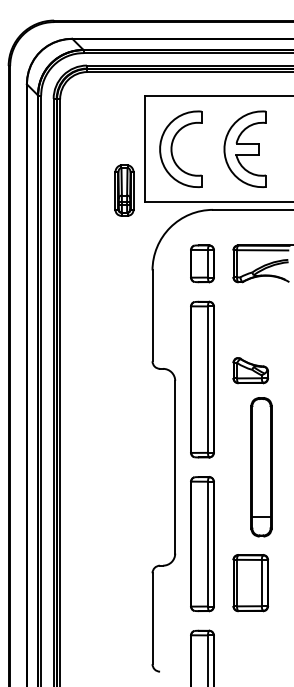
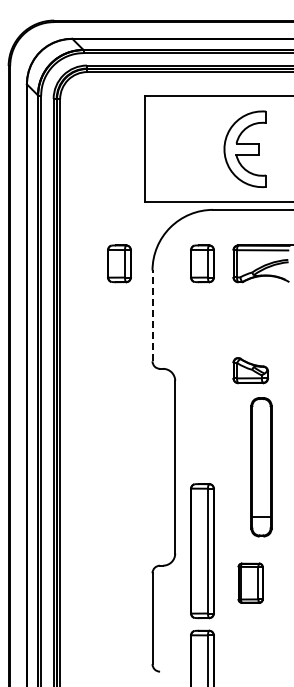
part at (172, 148): present -> none
part at (124, 190): present -> none
part at (119, 263): none -> present
line at (152, 315): solid -> dashed
part at (202, 379): present -> none
part at (202, 544) position: (202, 544) -> (202, 551)
part at (250, 583) size: 37x59 px -> 27x42 px
